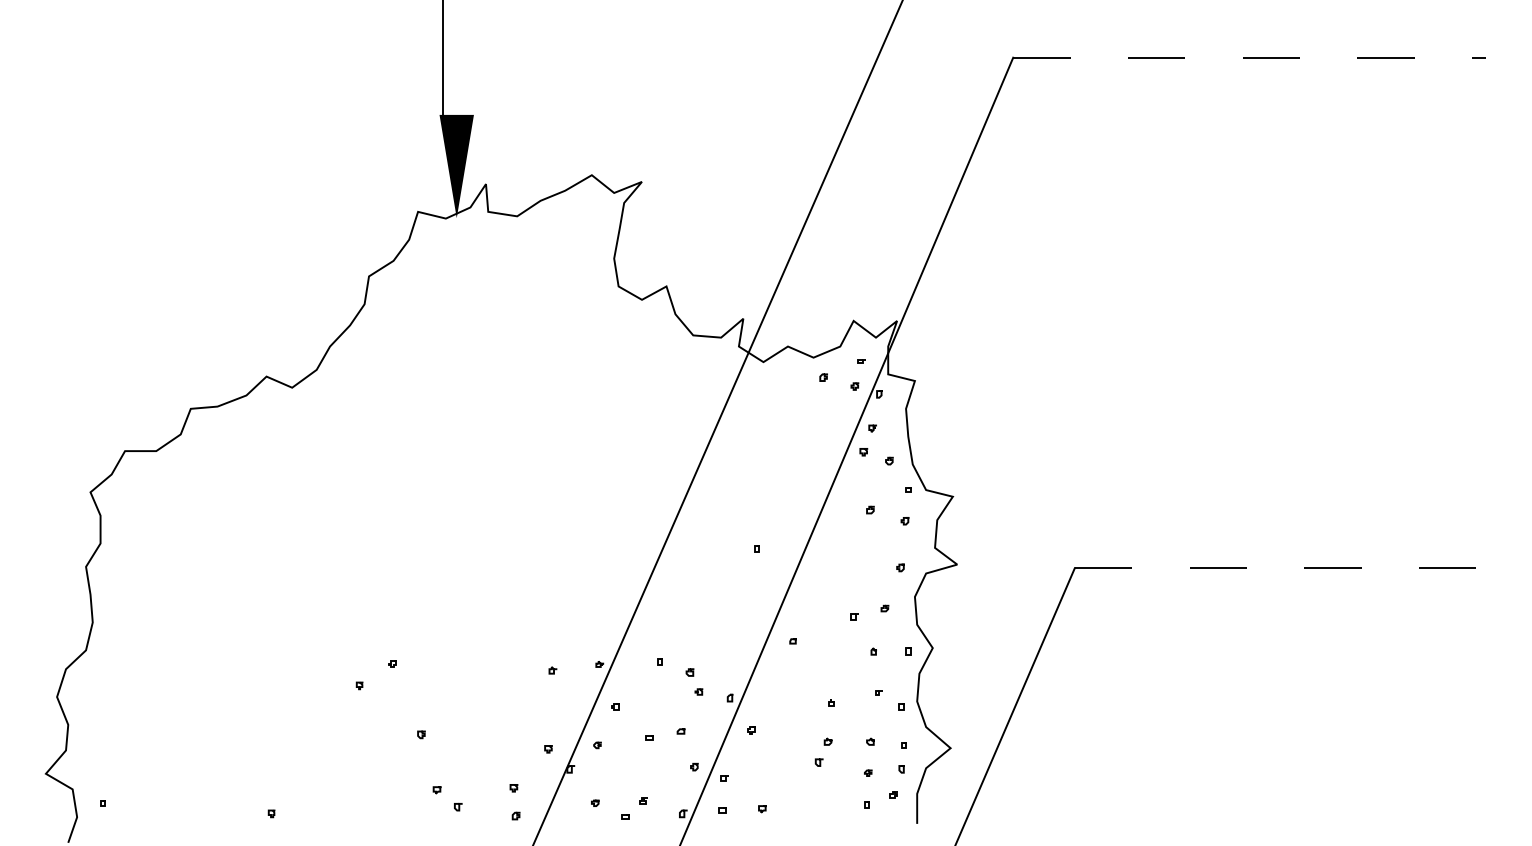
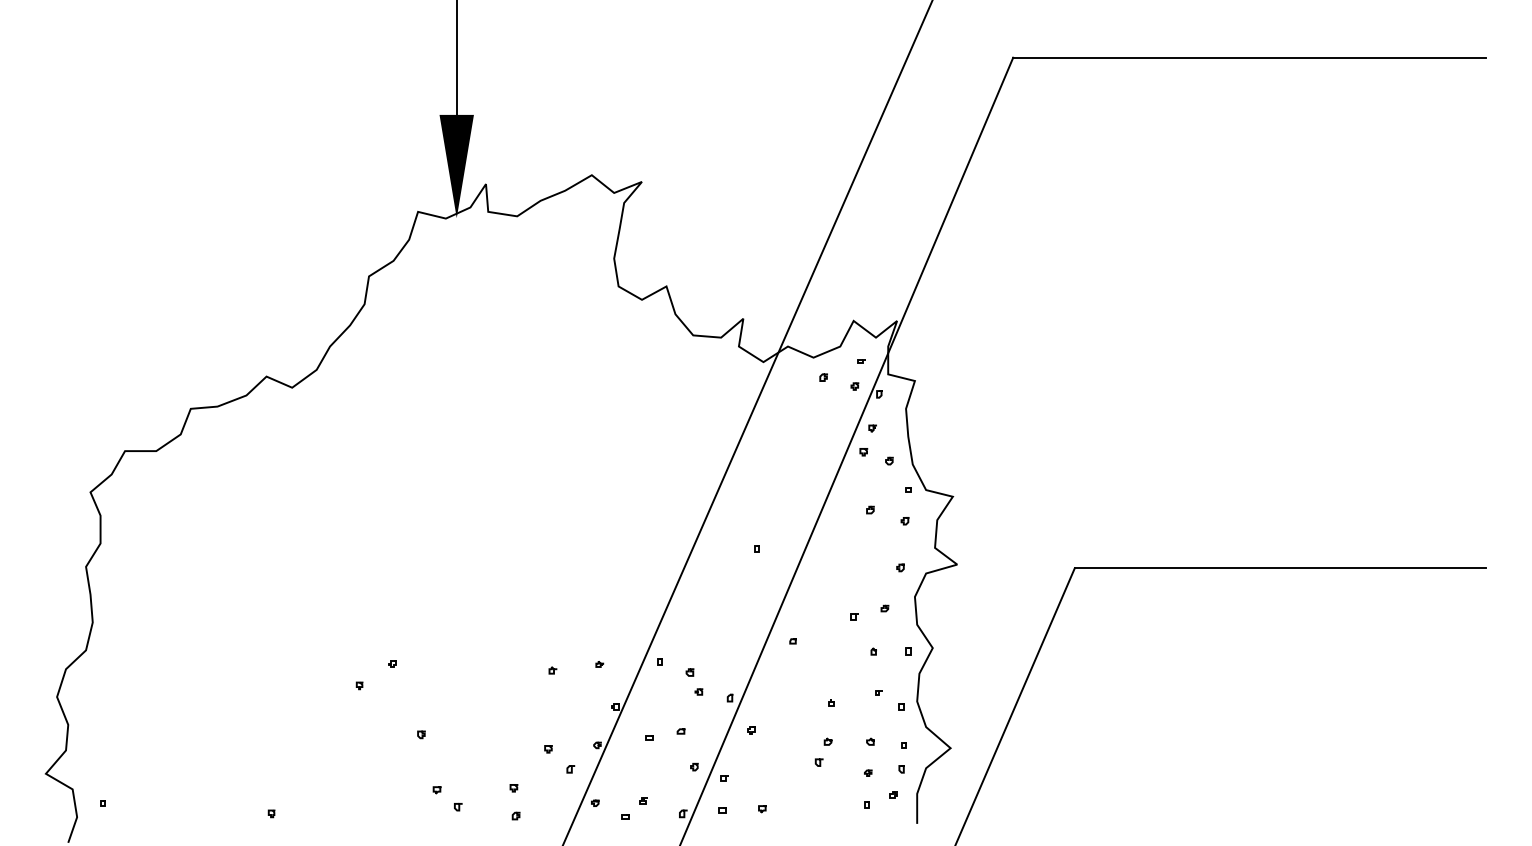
line at (1250, 57): dashed -> solid
line at (442, 58) position: (442, 58) -> (456, 58)
line at (717, 422) position: (717, 422) -> (747, 422)
line at (1280, 568): dashed -> solid
